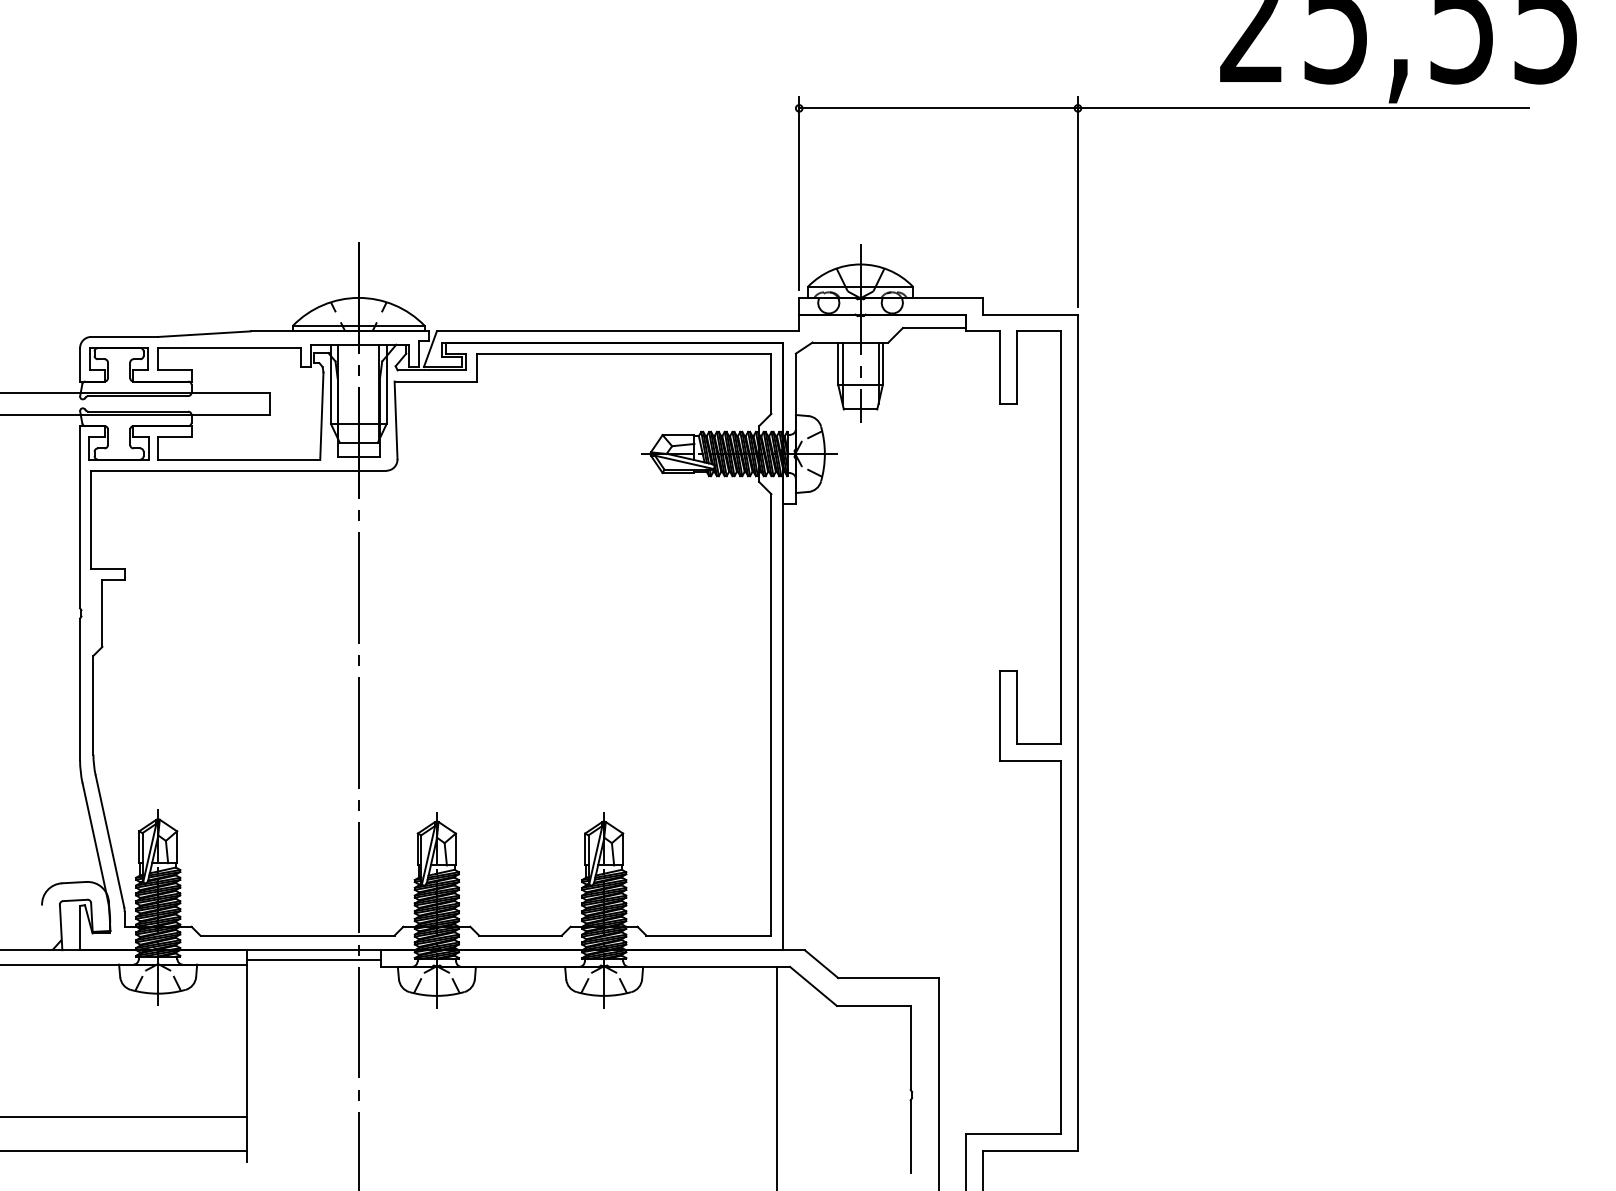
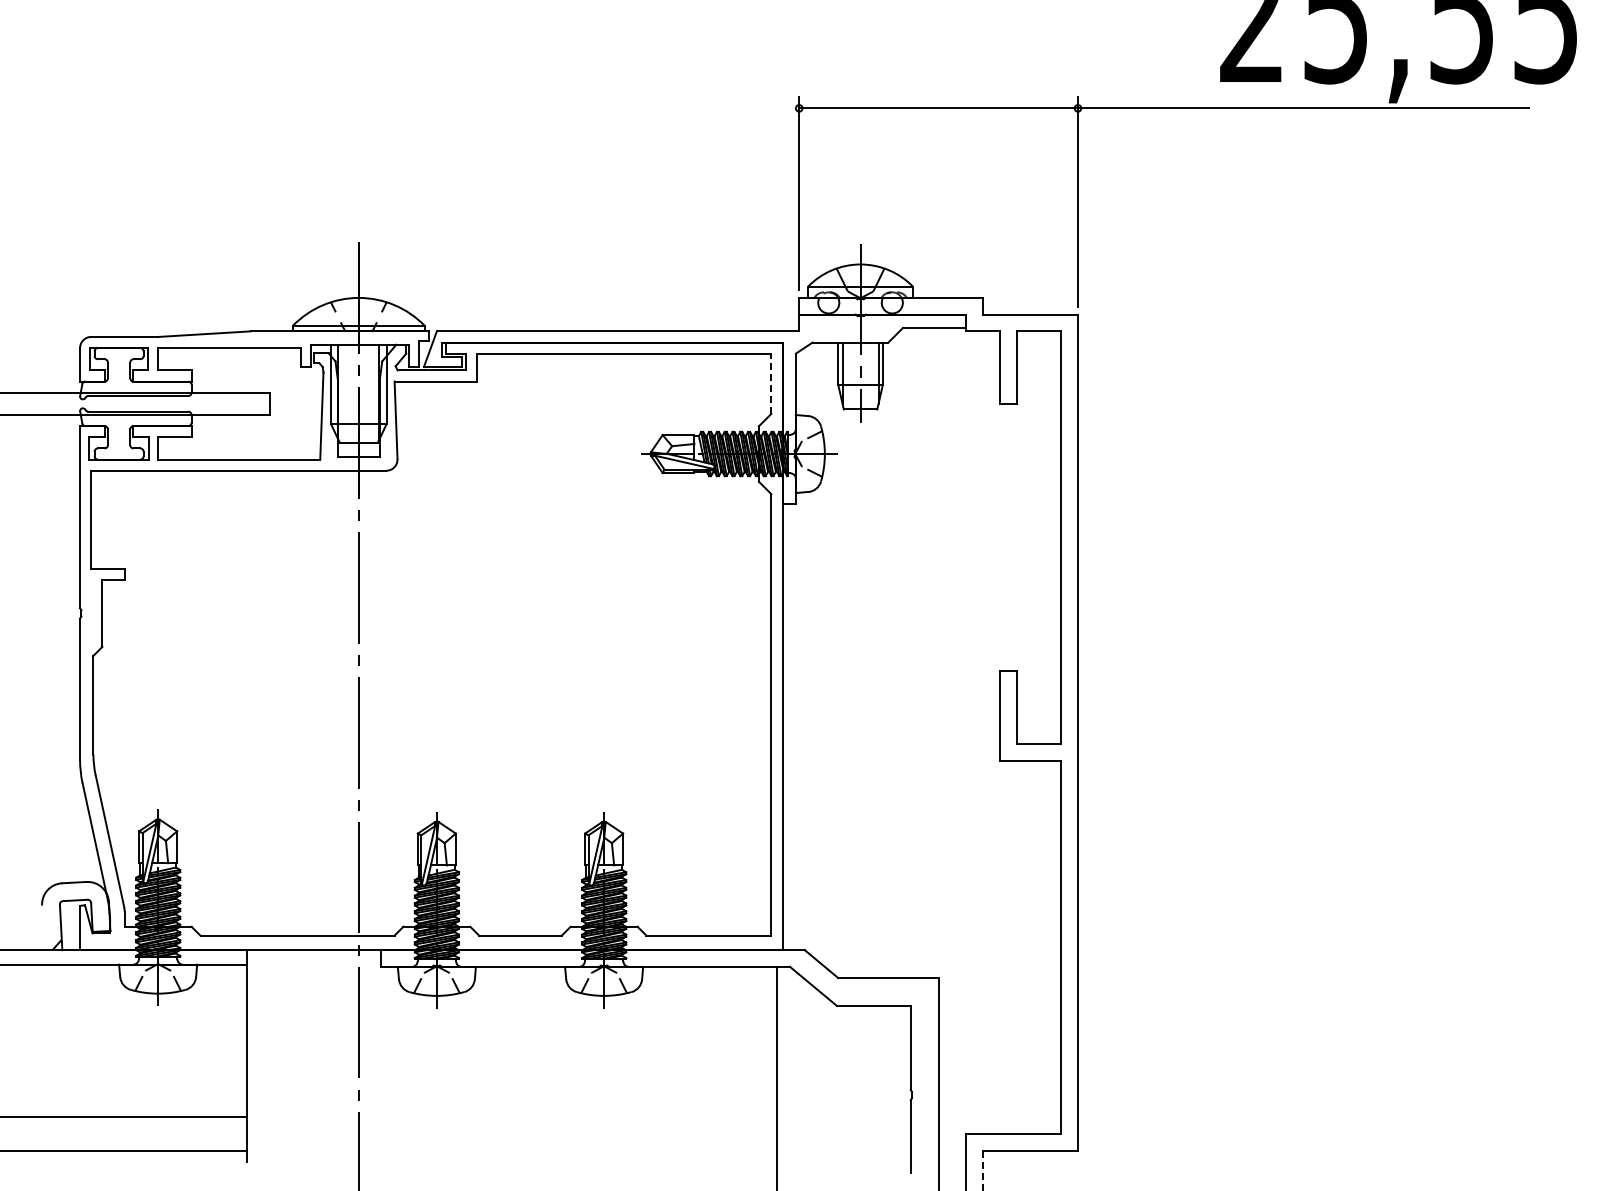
line at (771, 383): solid -> dashed
line at (314, 959): present -> none
line at (983, 1170): solid -> dashed
